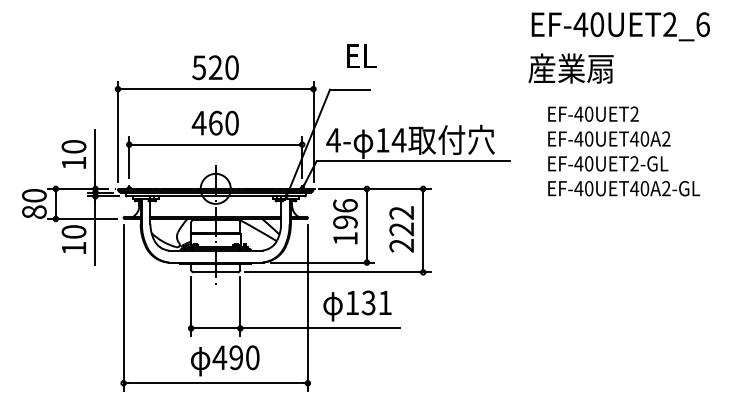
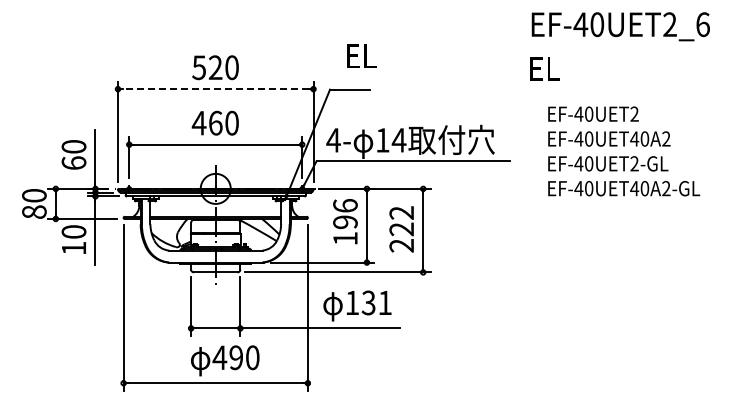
text at (570, 68): 産業扇 -> EL
line at (215, 89): solid -> dashed
text at (73, 162): 10 -> 60
